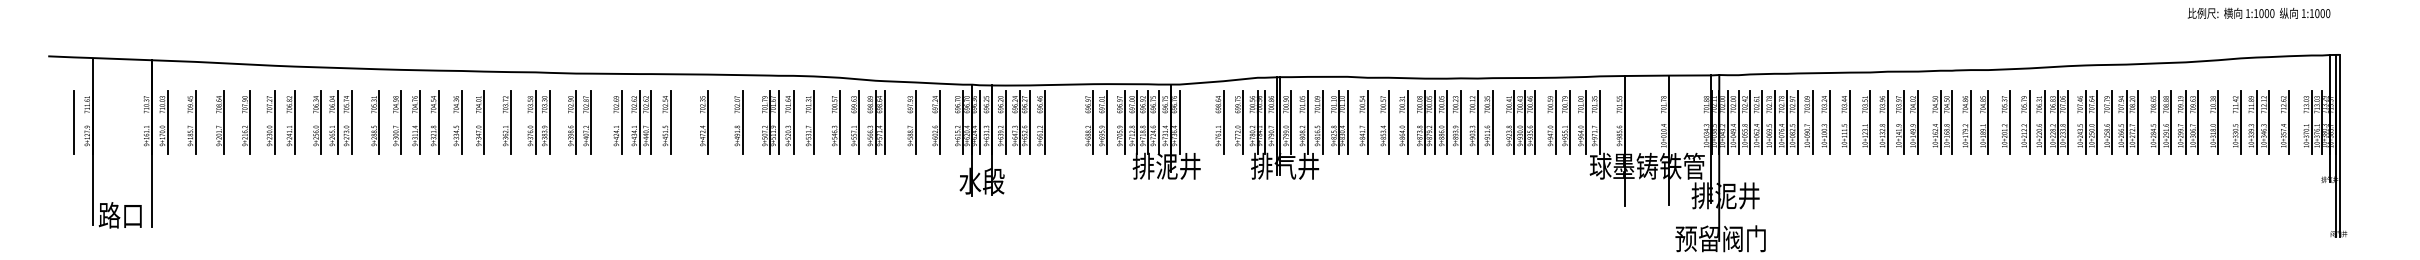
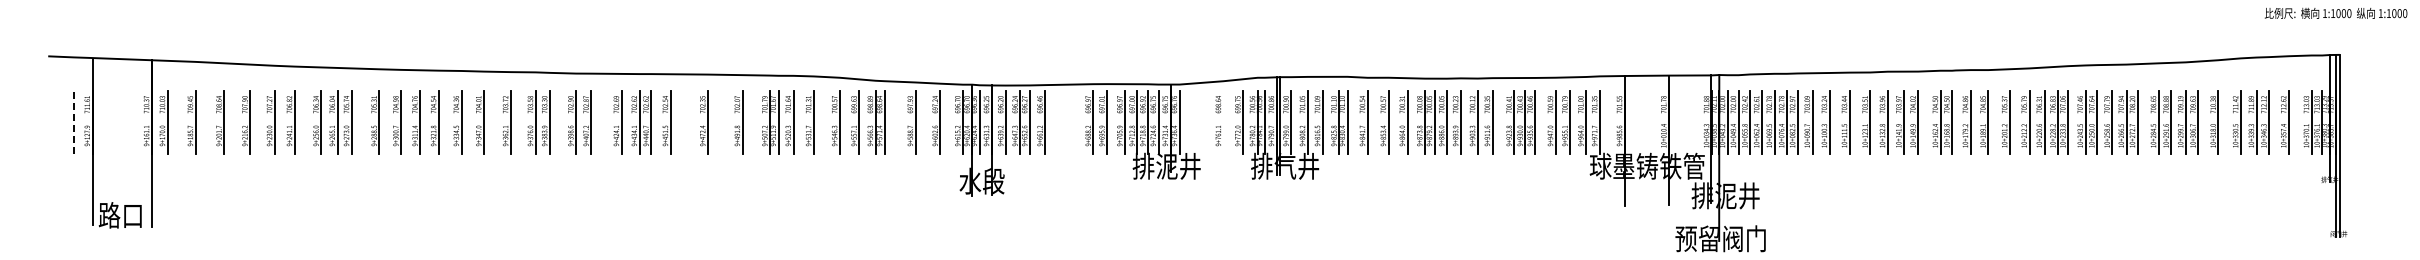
text at (2258, 13) position: (2258, 13) -> (2335, 13)
line at (73, 122): solid -> dashed
line at (1223, 122): present -> none
